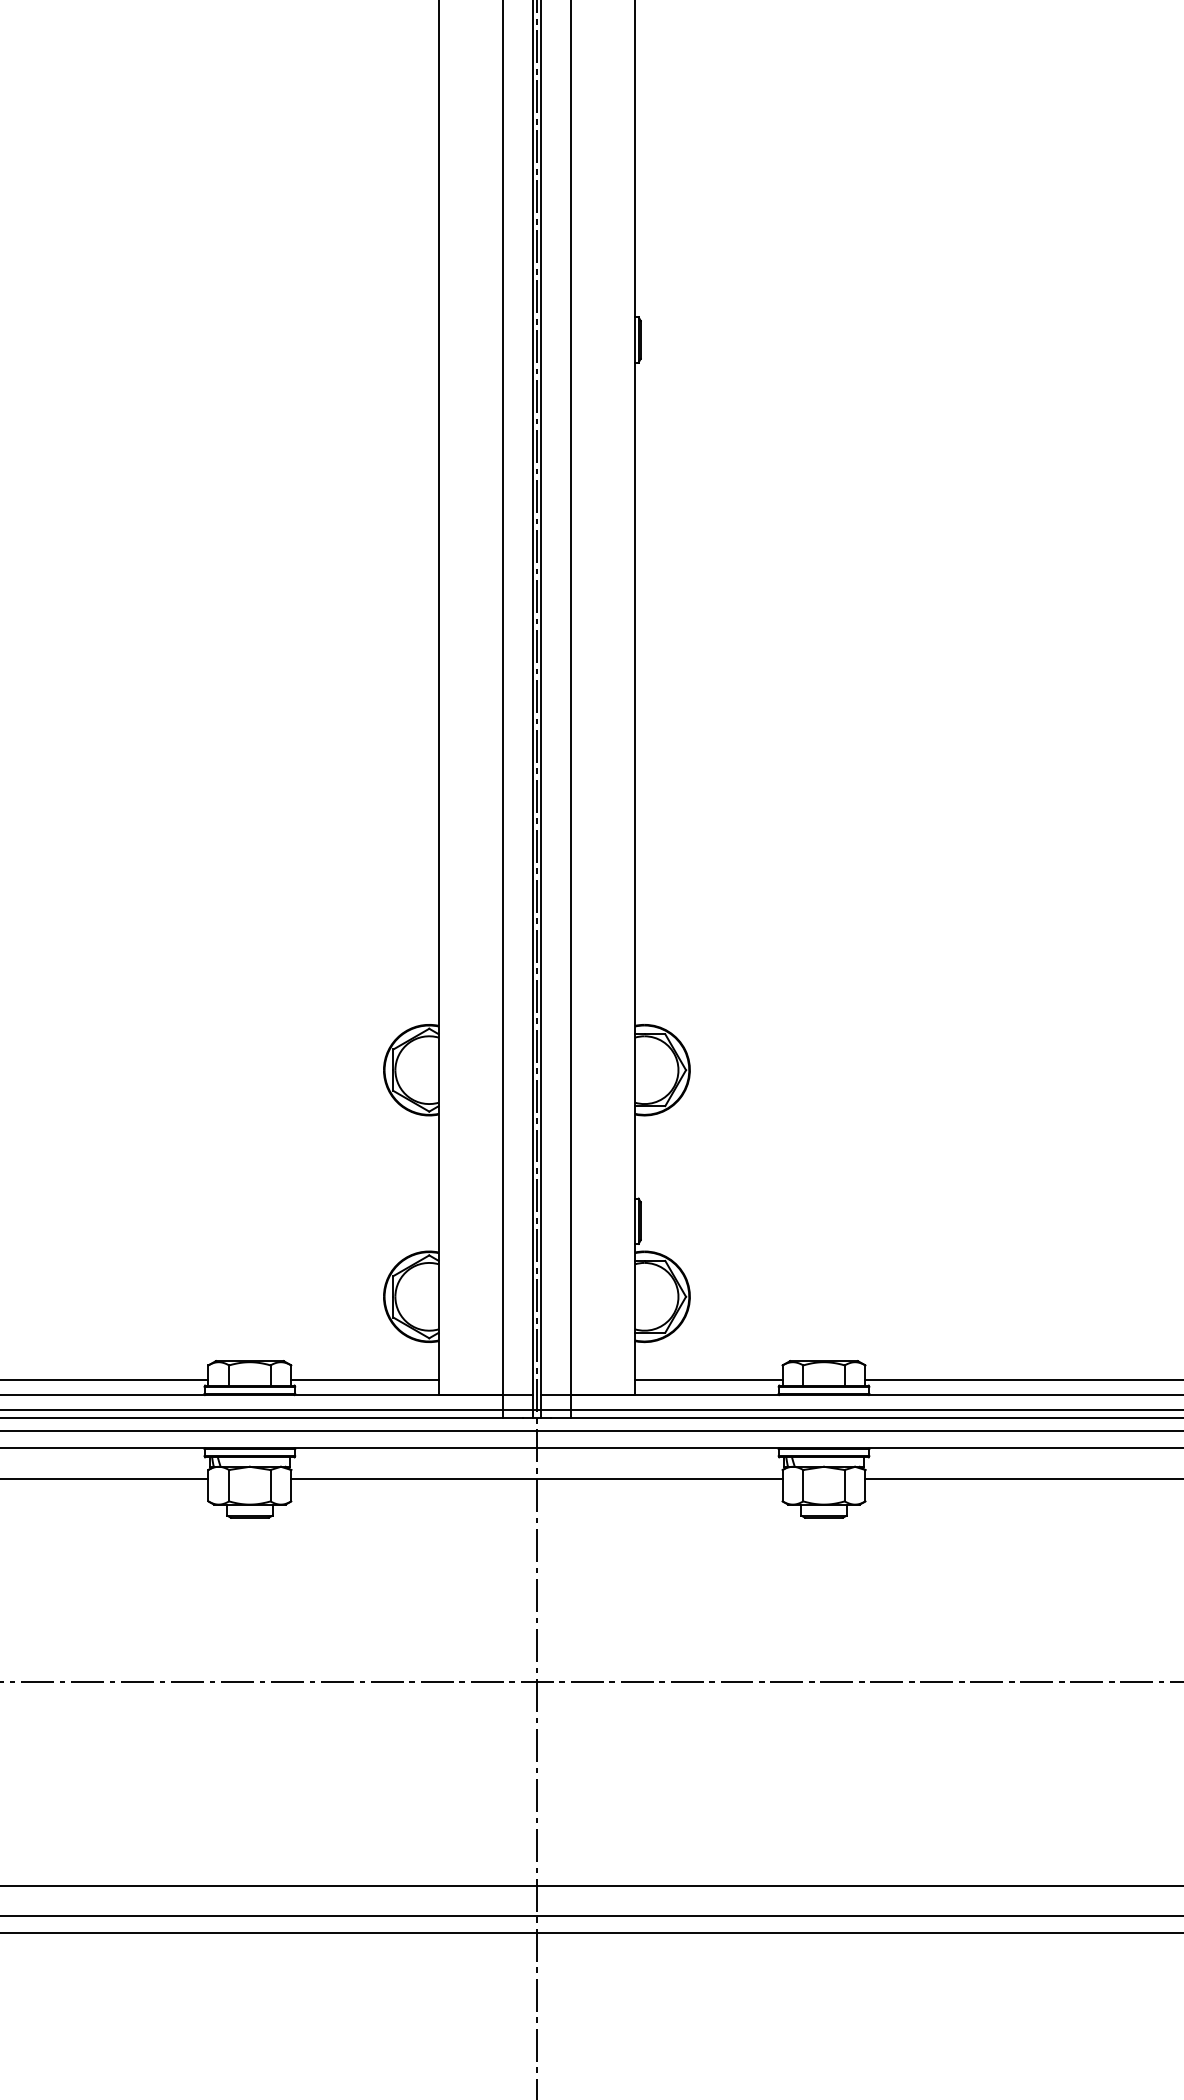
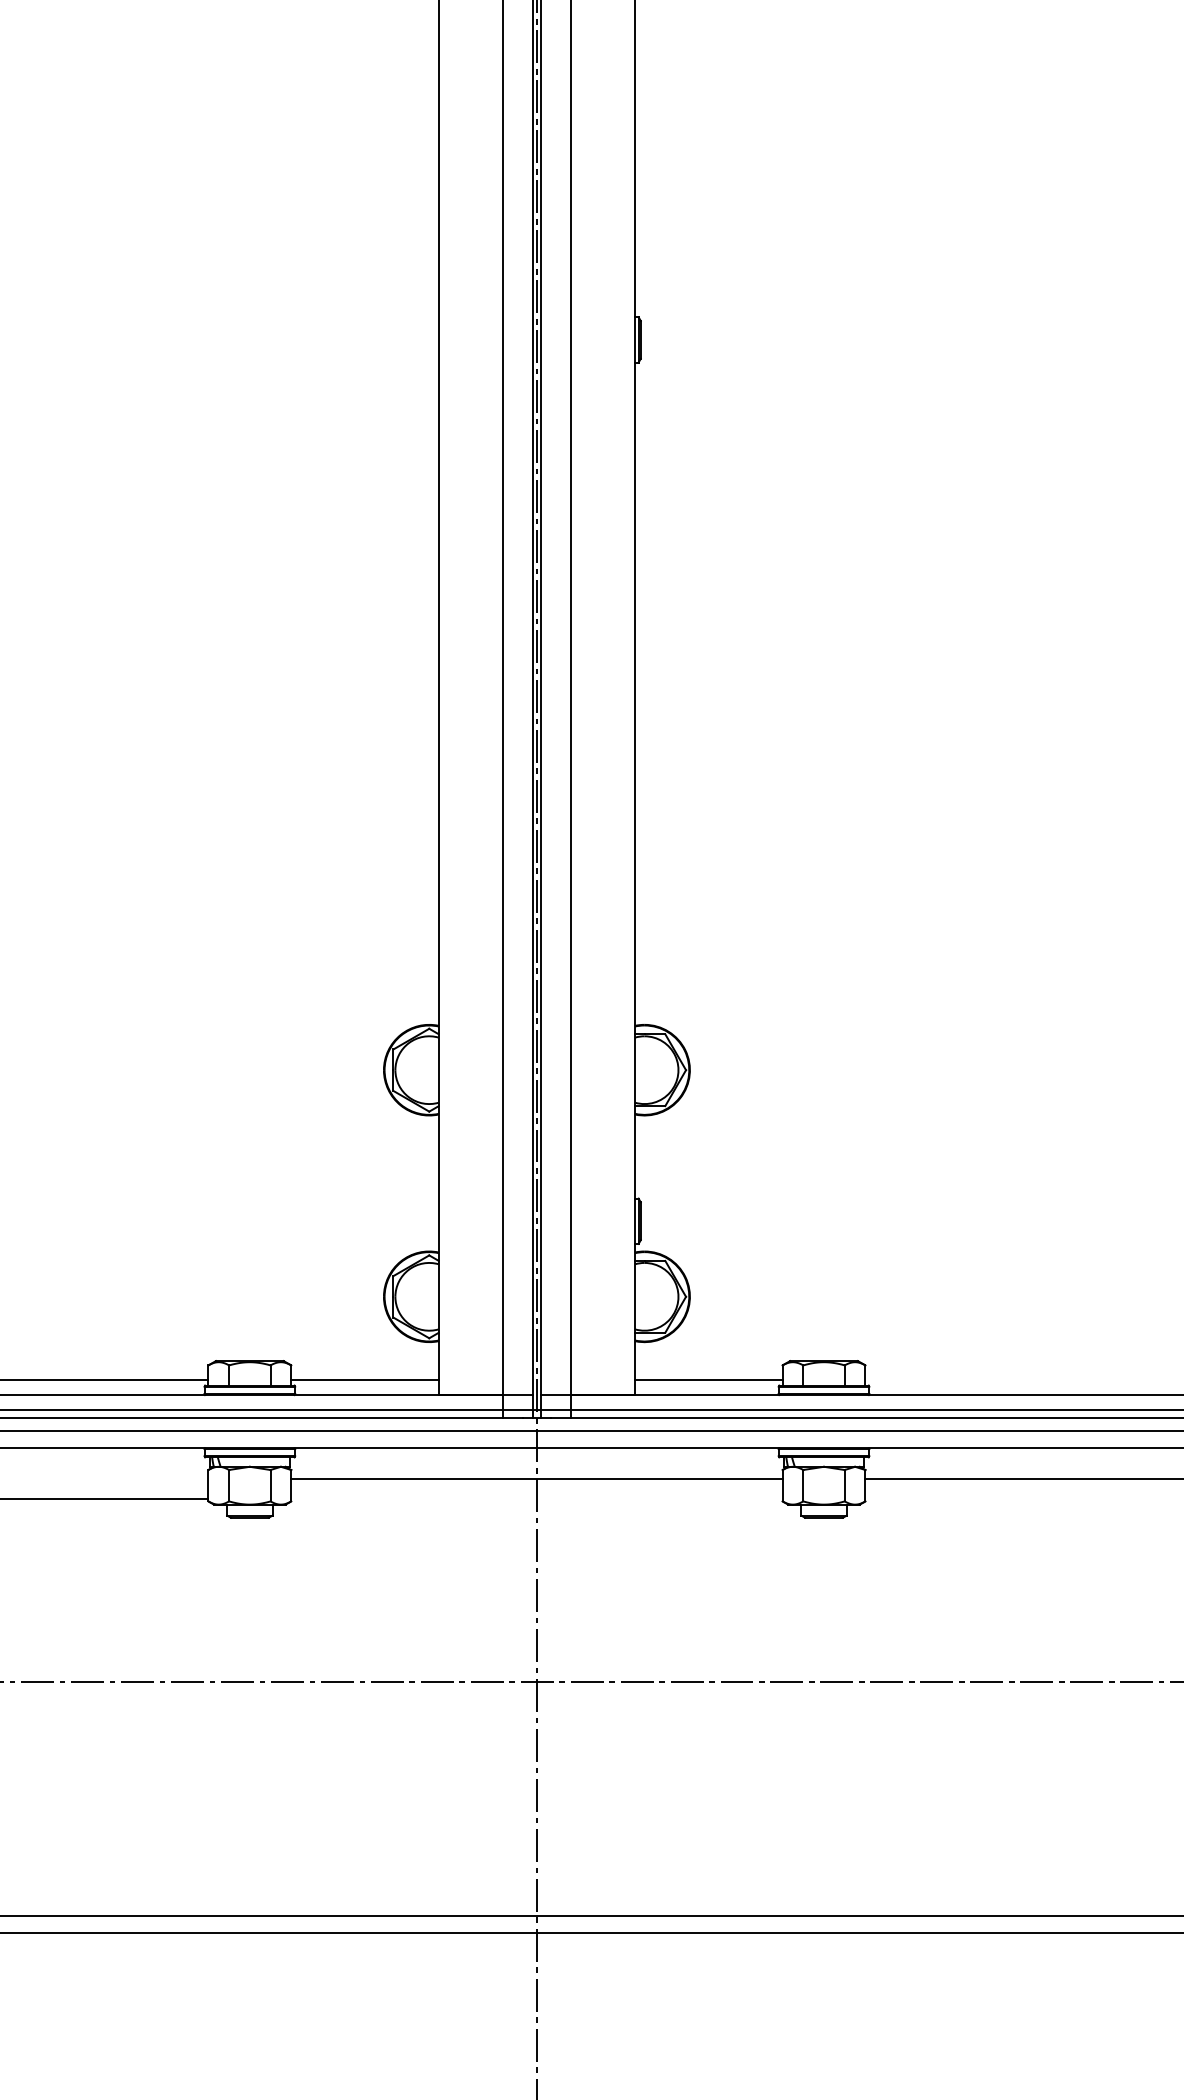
line at (1022, 1379): present -> none
line at (105, 1478) position: (105, 1478) -> (105, 1498)
line at (591, 1885): present -> none
